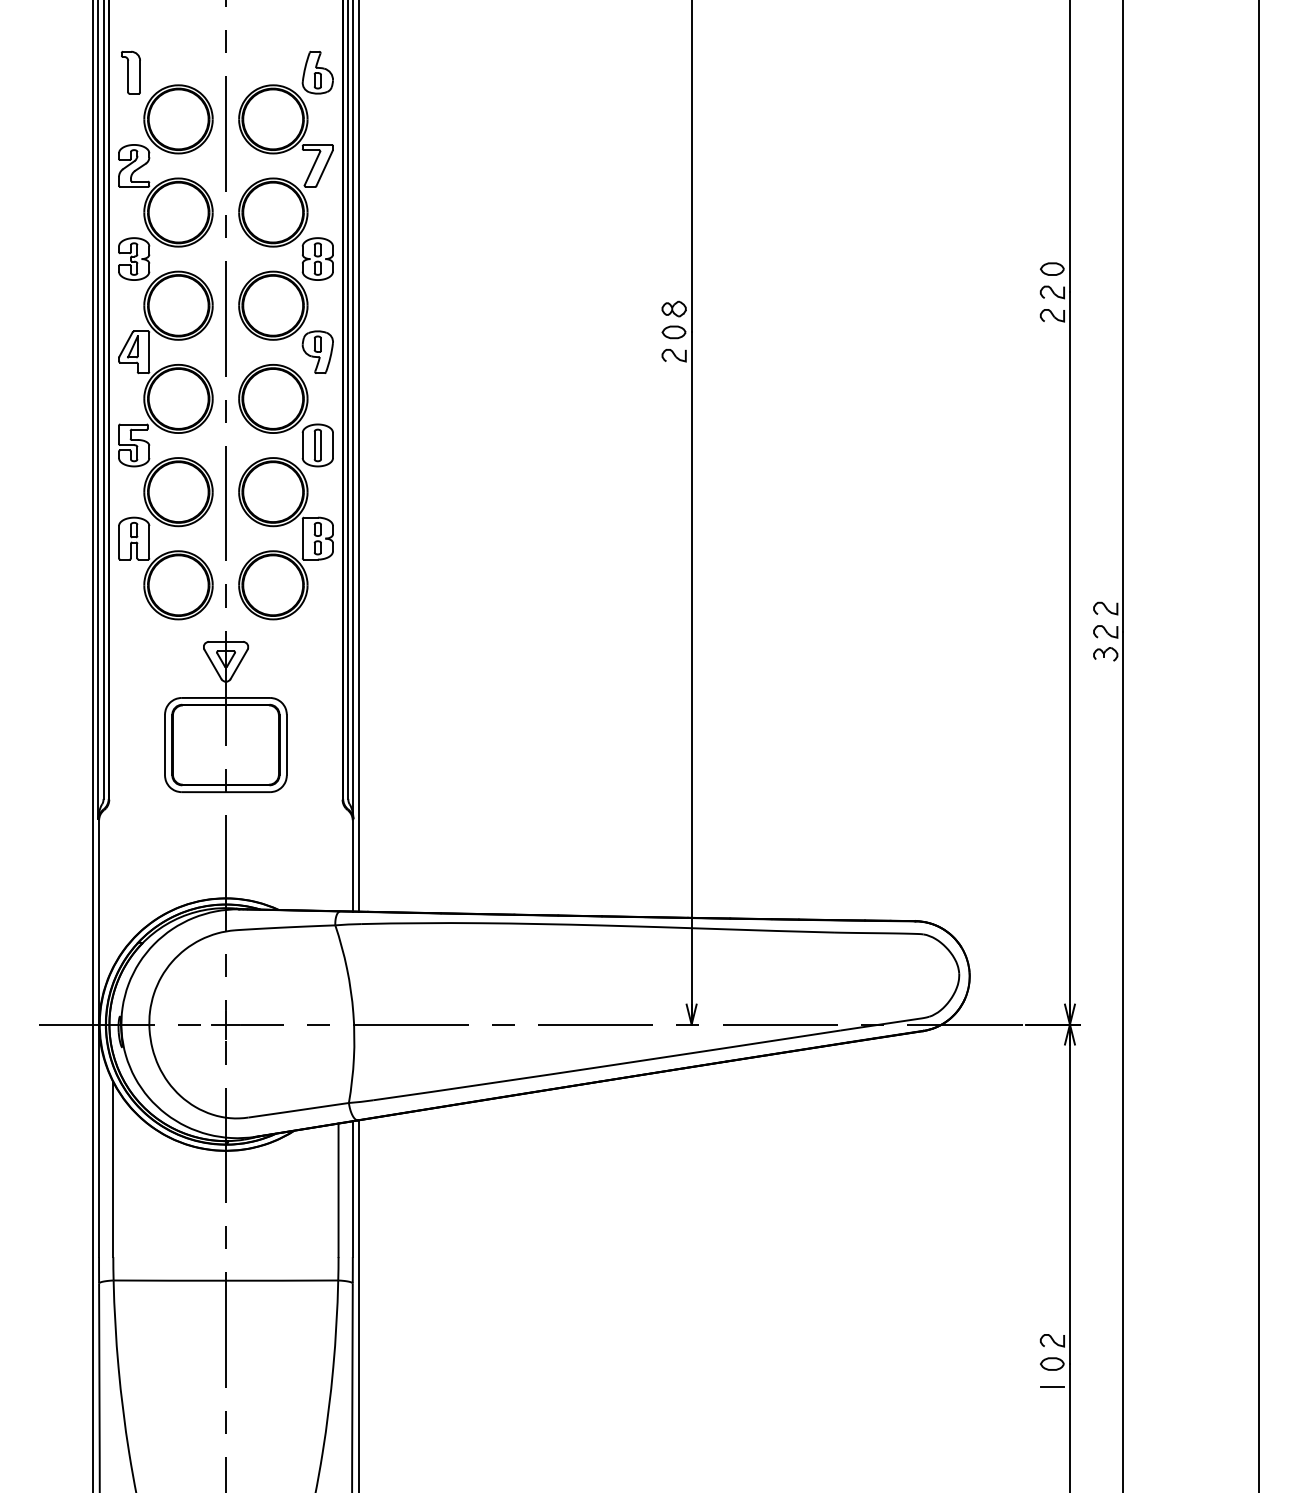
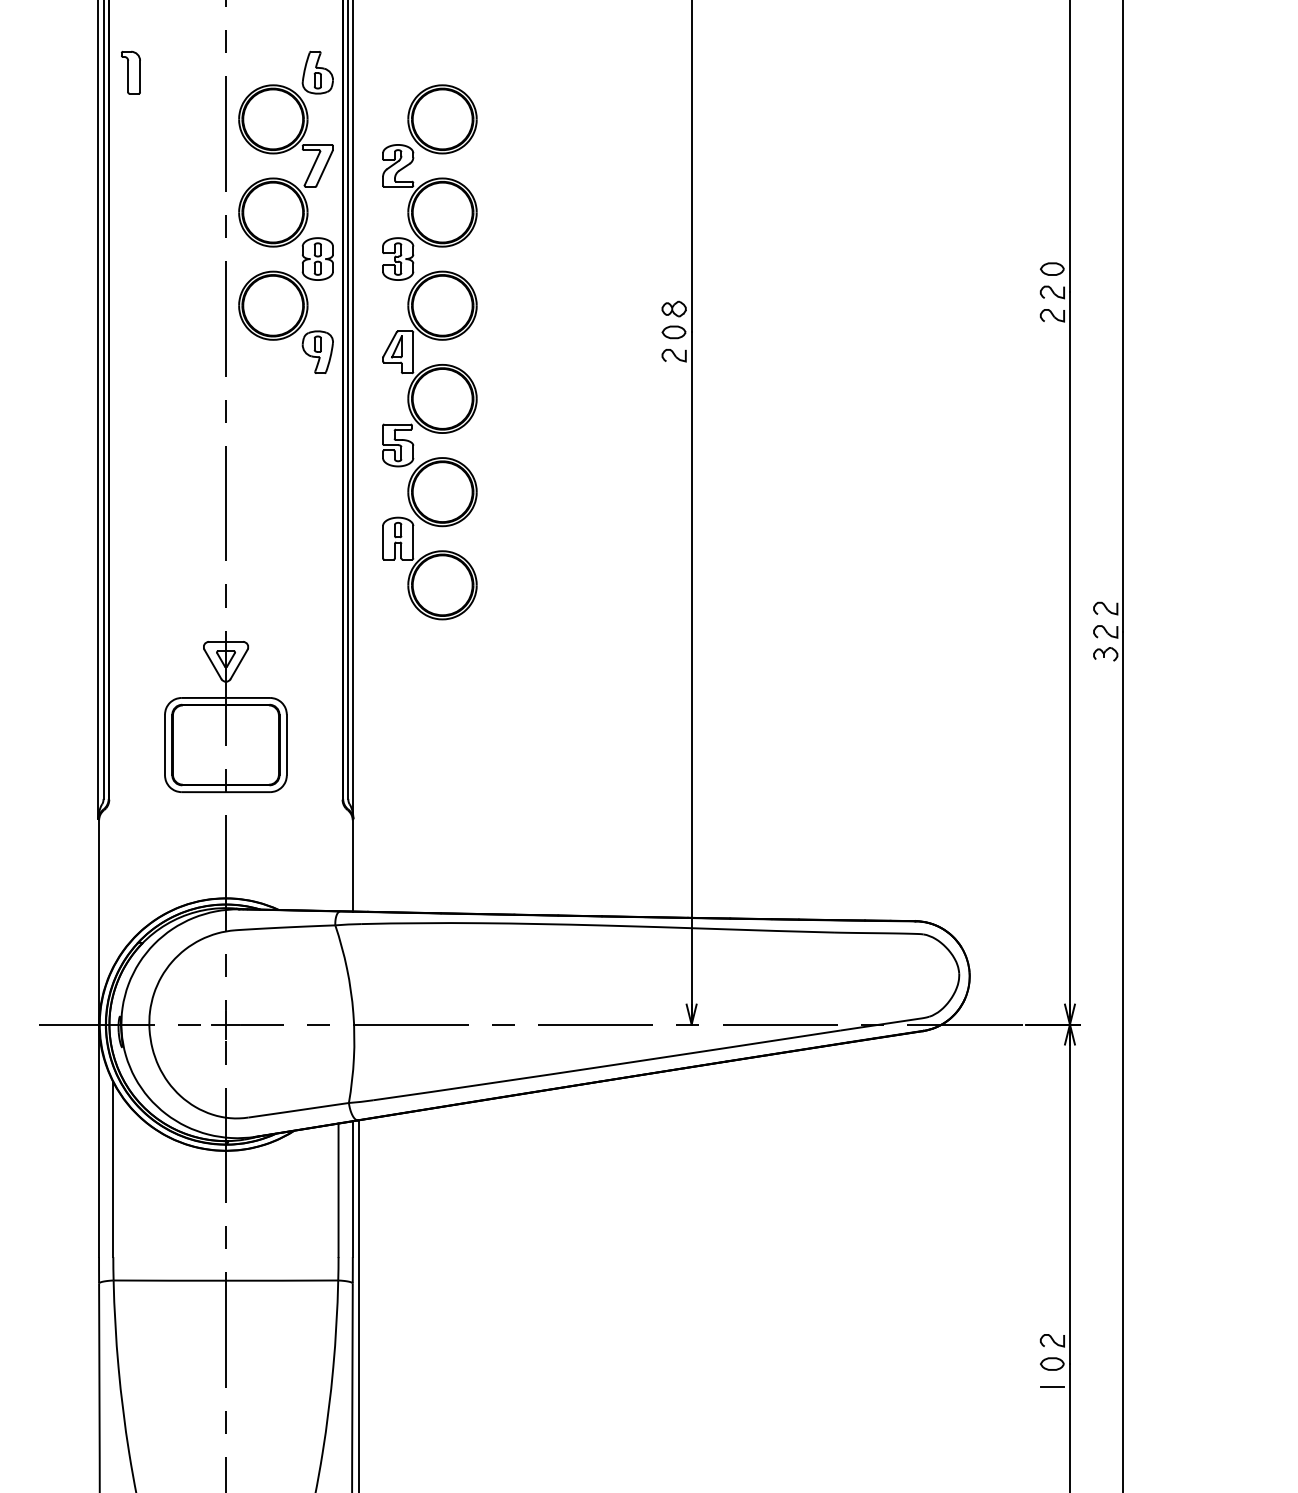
part at (170, 364) position: (170, 364) -> (434, 364)
line at (359, 456): present -> none
part at (285, 492): present -> none
line at (92, 745): present -> none
line at (1258, 745): present -> none
